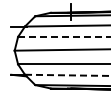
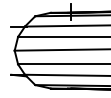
line at (64, 36): dashed -> solid
line at (67, 75): dashed -> solid
